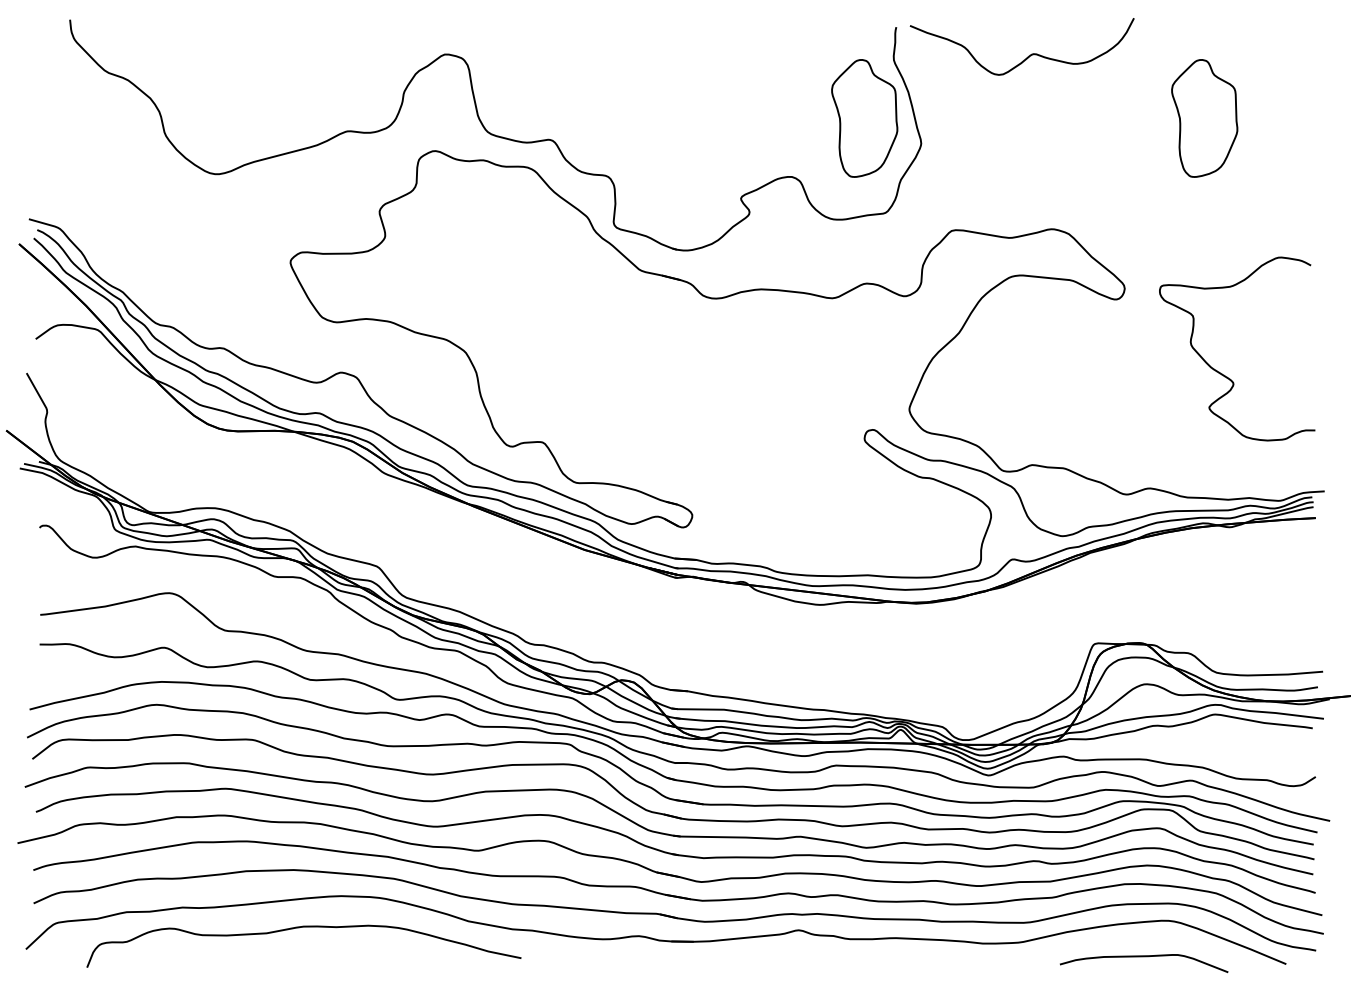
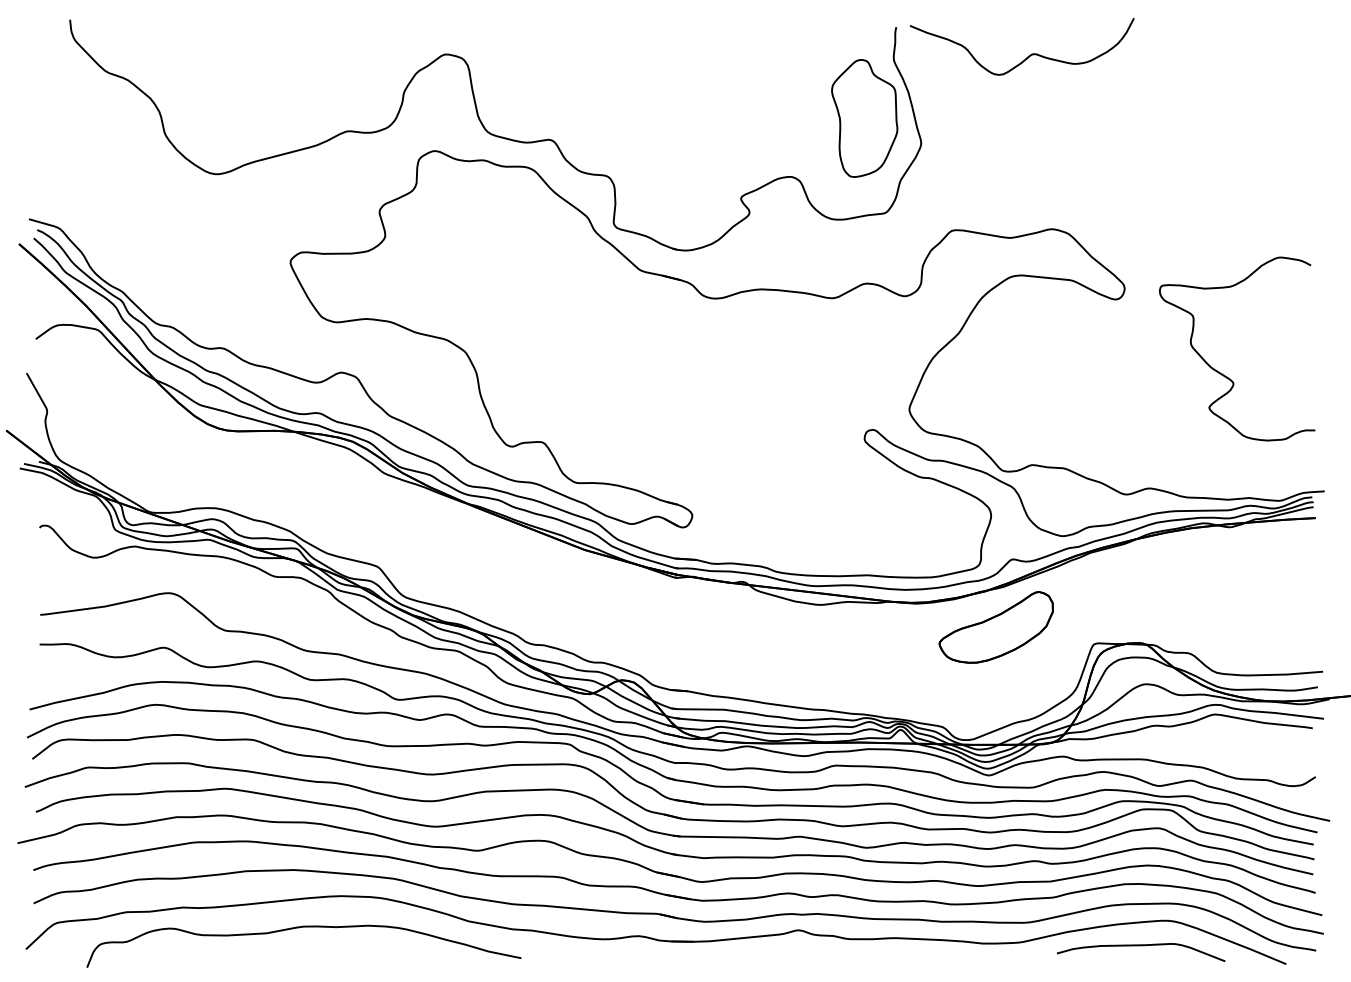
part at (1204, 118): present -> none
part at (995, 627): none -> present
curve at (1144, 957) position: (1144, 957) -> (1141, 946)
